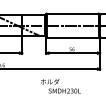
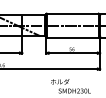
text at (60, 86) position: (60, 86) -> (70, 86)
